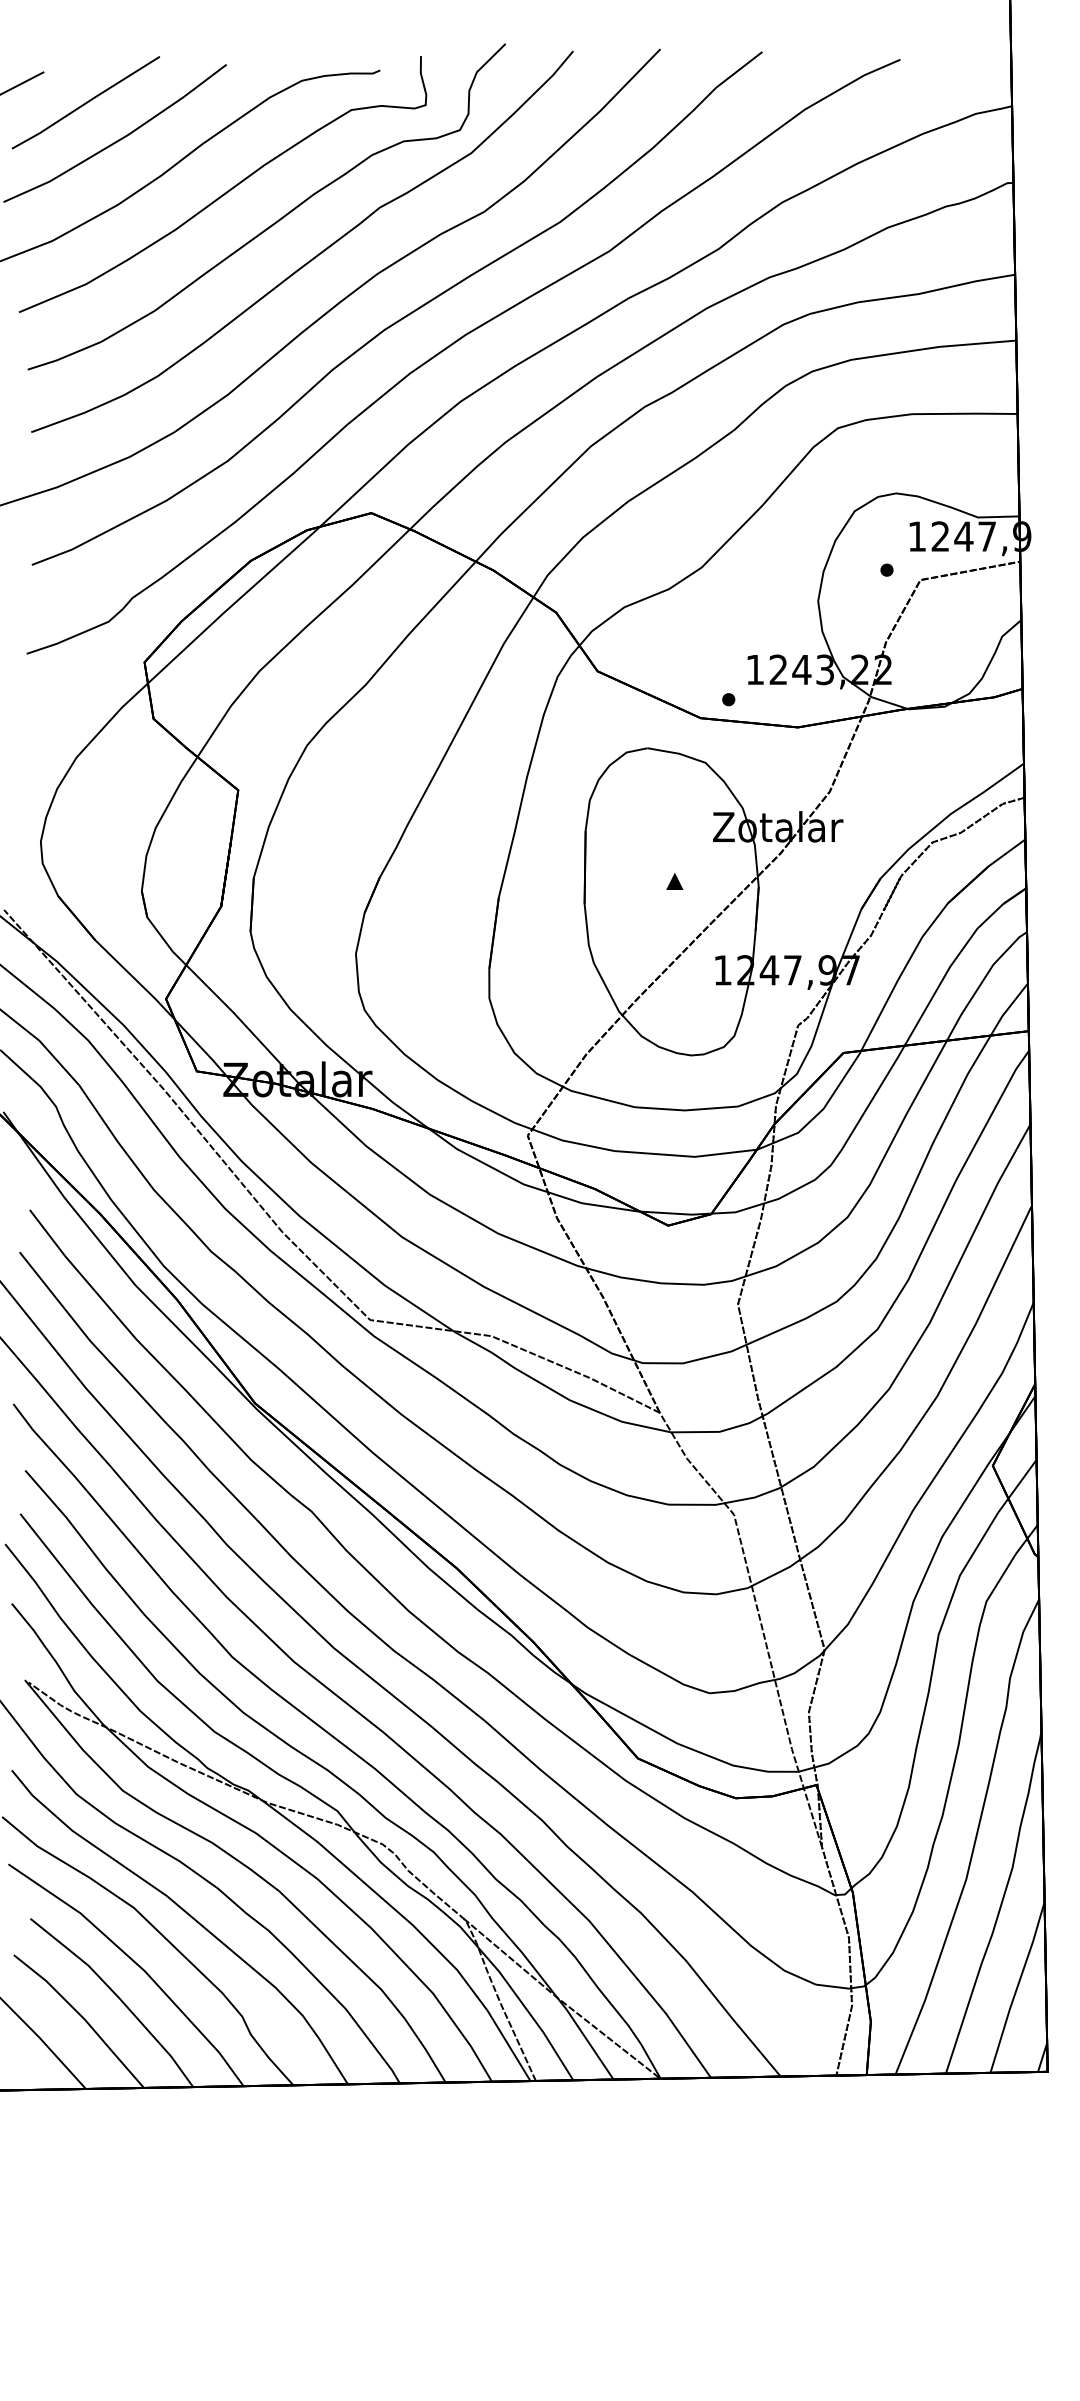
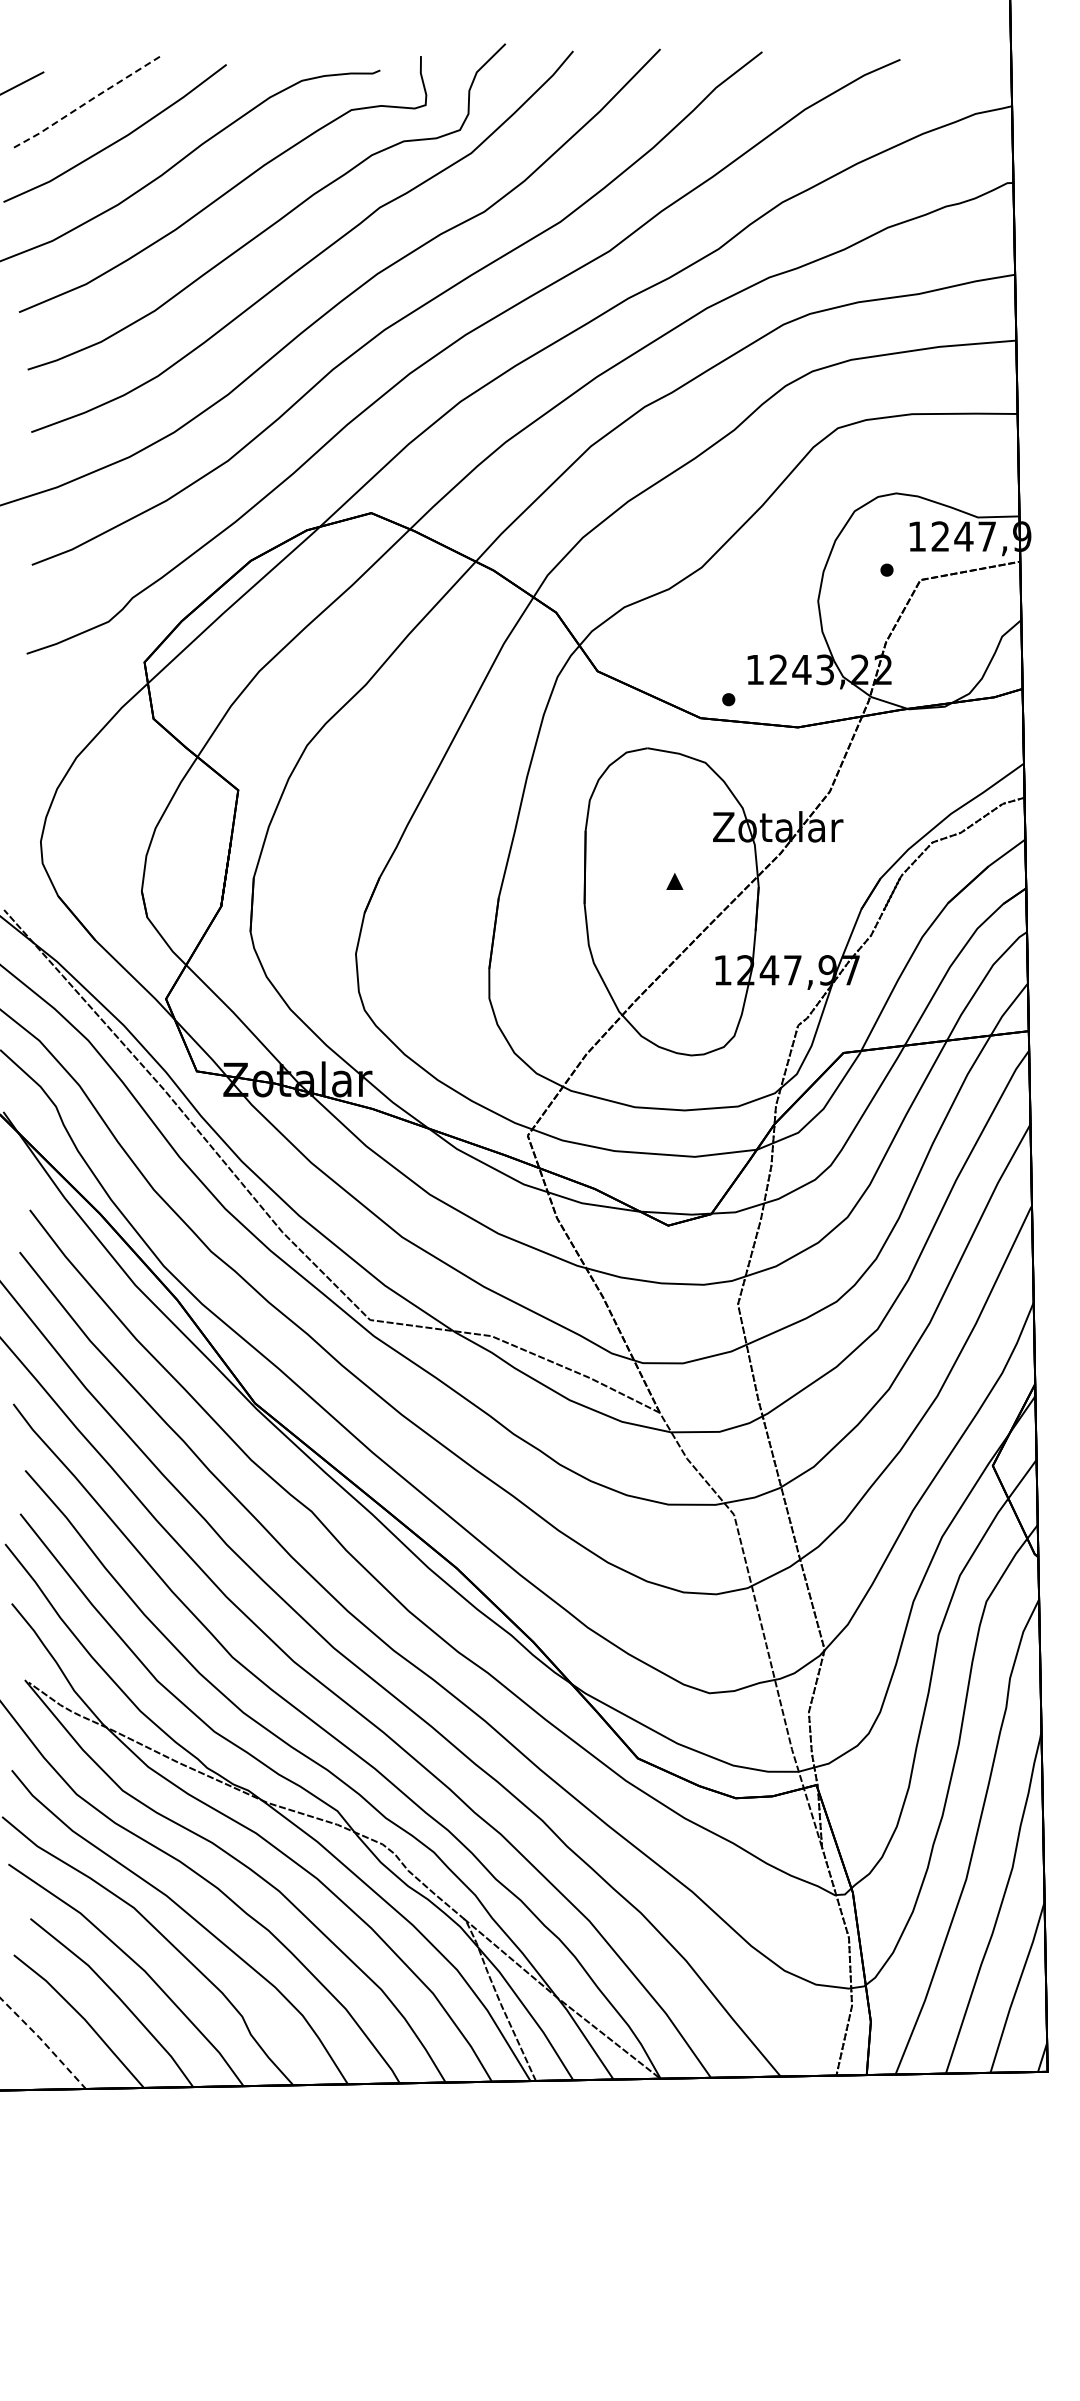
line at (86, 103): solid -> dashed
line at (44, 2042): solid -> dashed
